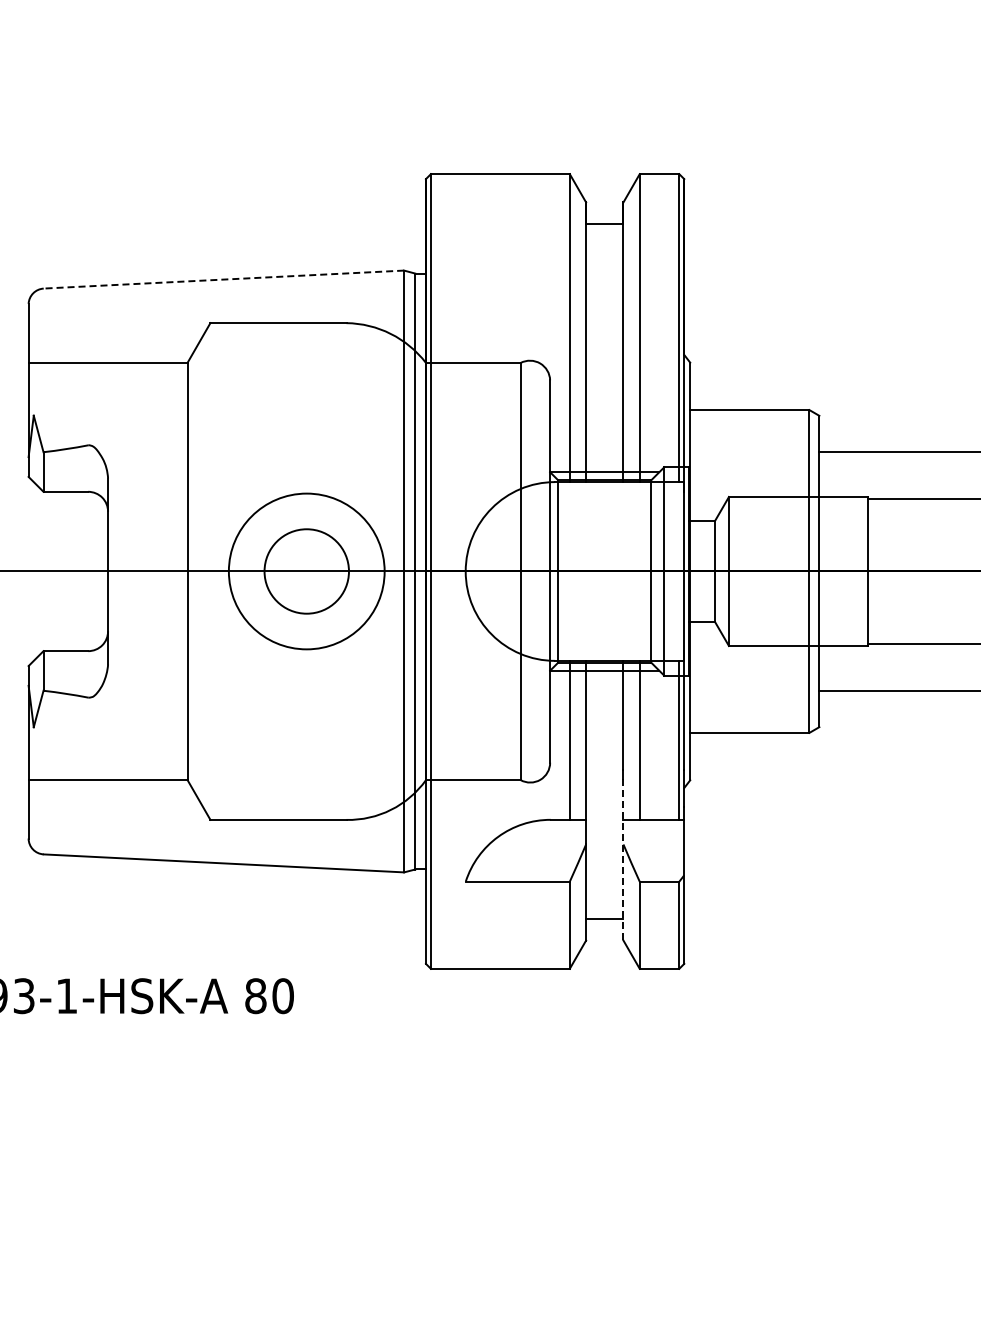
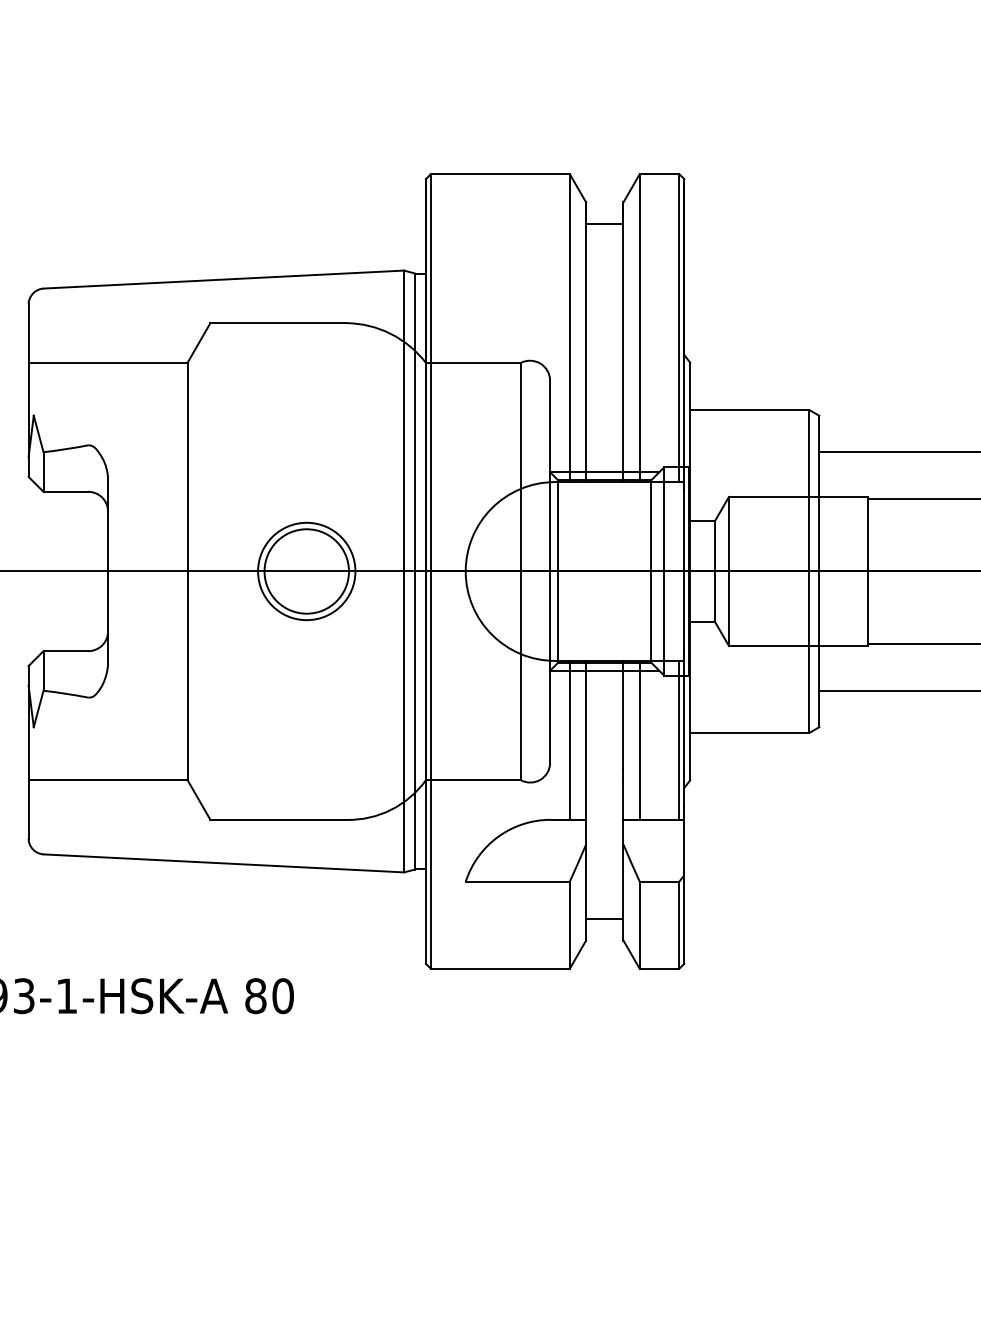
line at (223, 279): dashed -> solid
circle at (306, 571) diameter: 156 px -> 97 px
line at (623, 859): dashed -> solid
